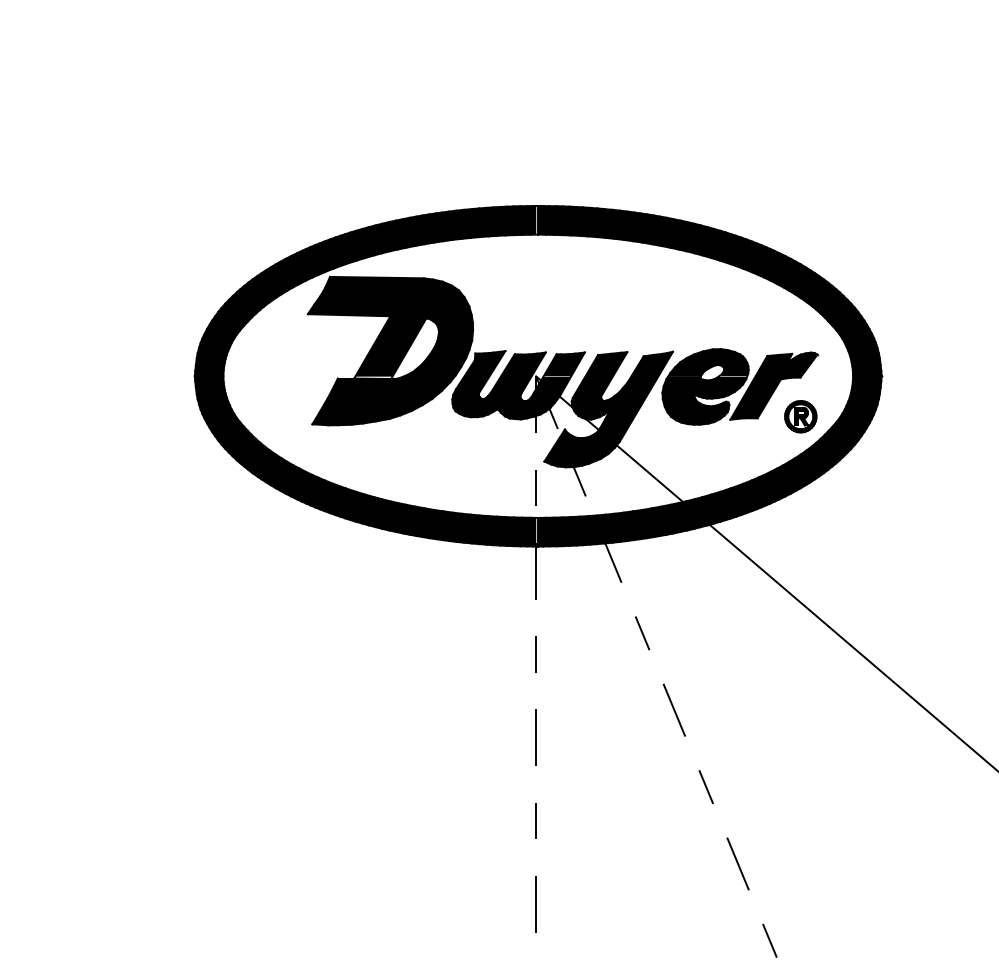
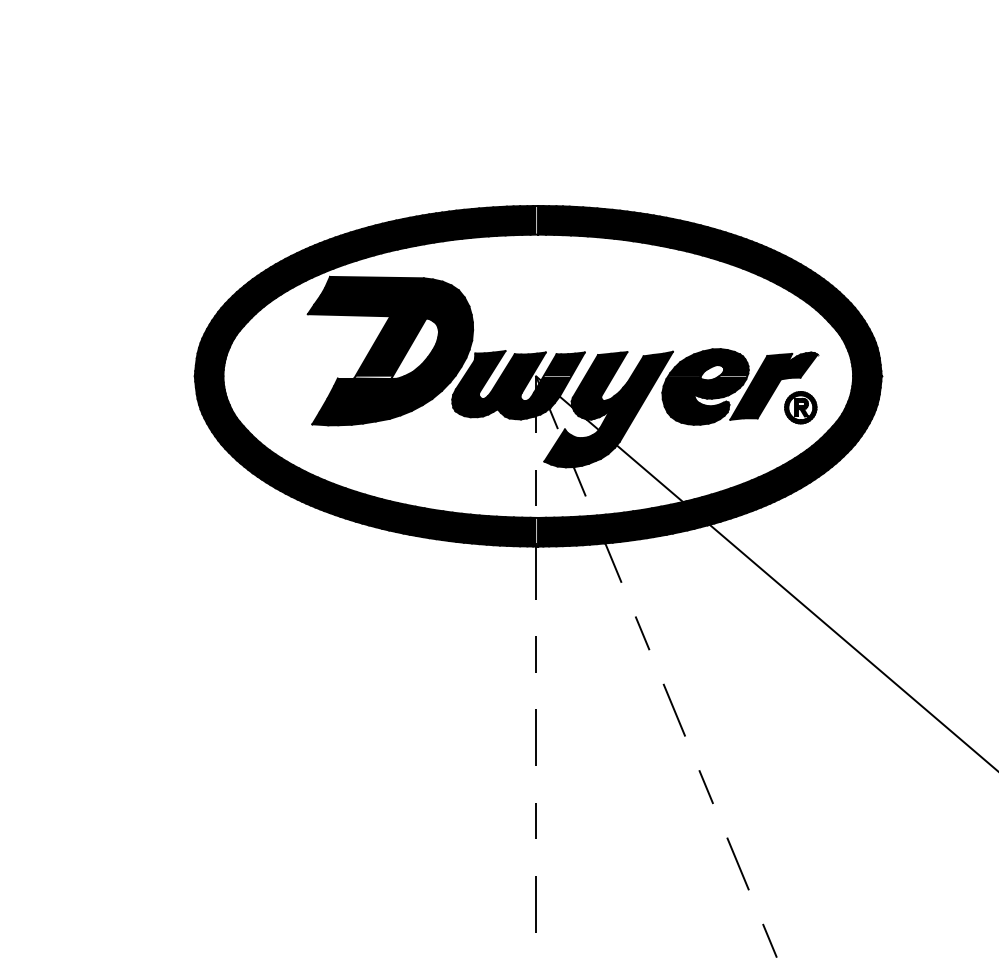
part at (800, 416) position: (800, 416) -> (800, 407)
